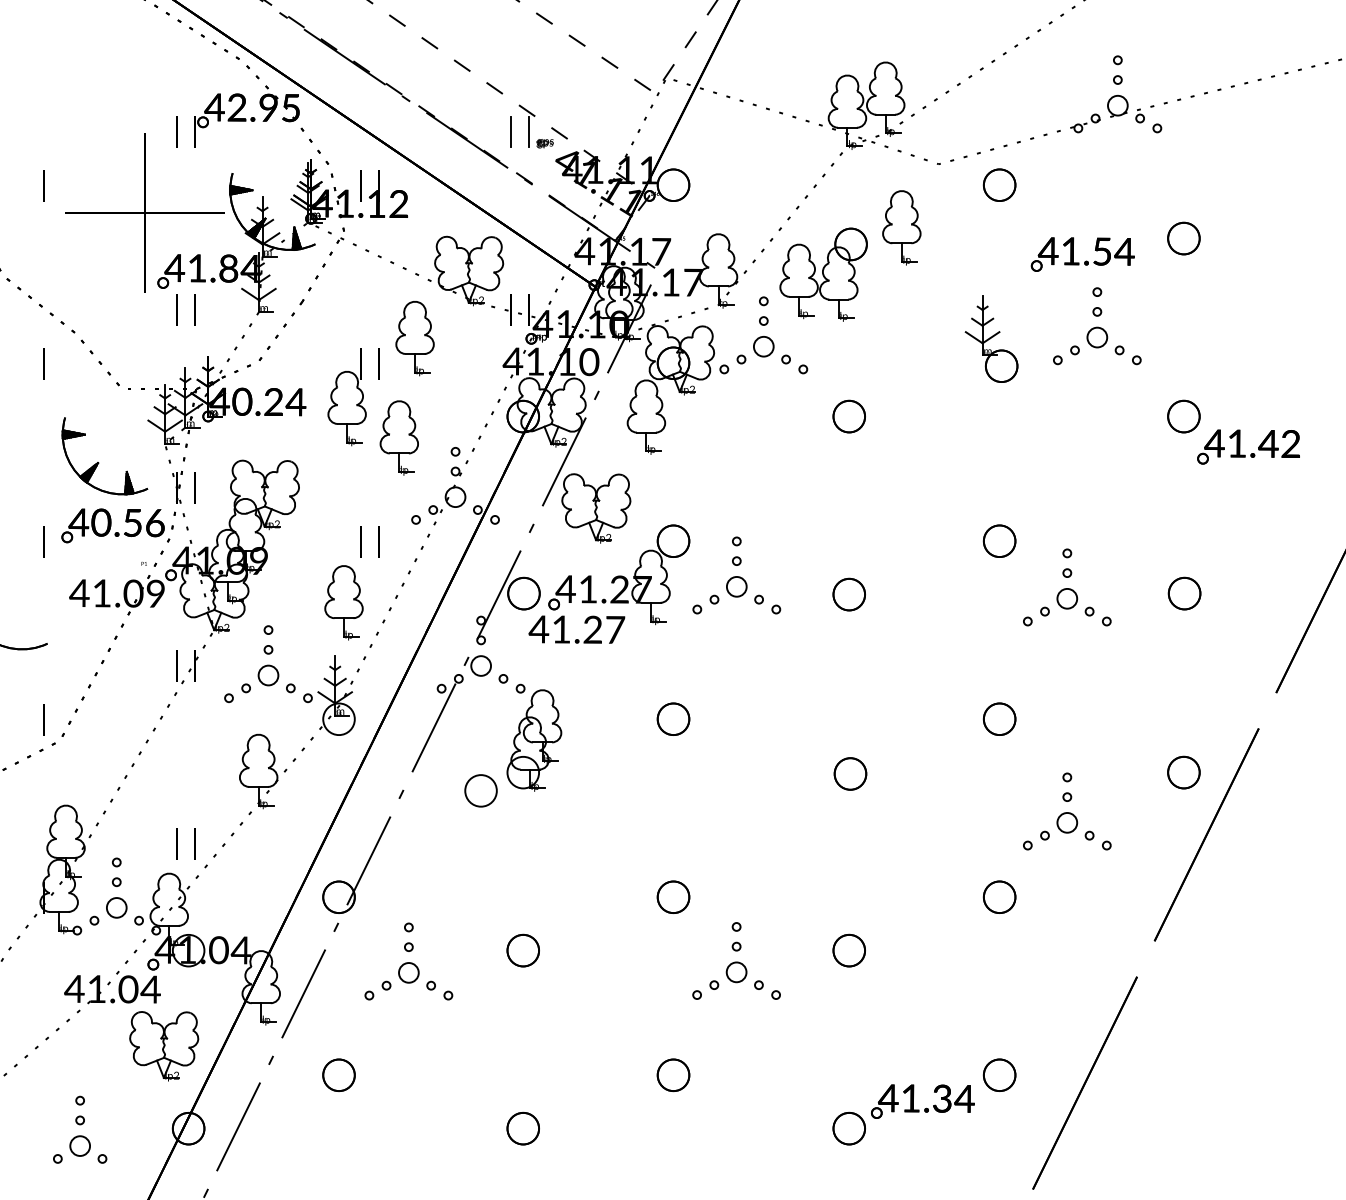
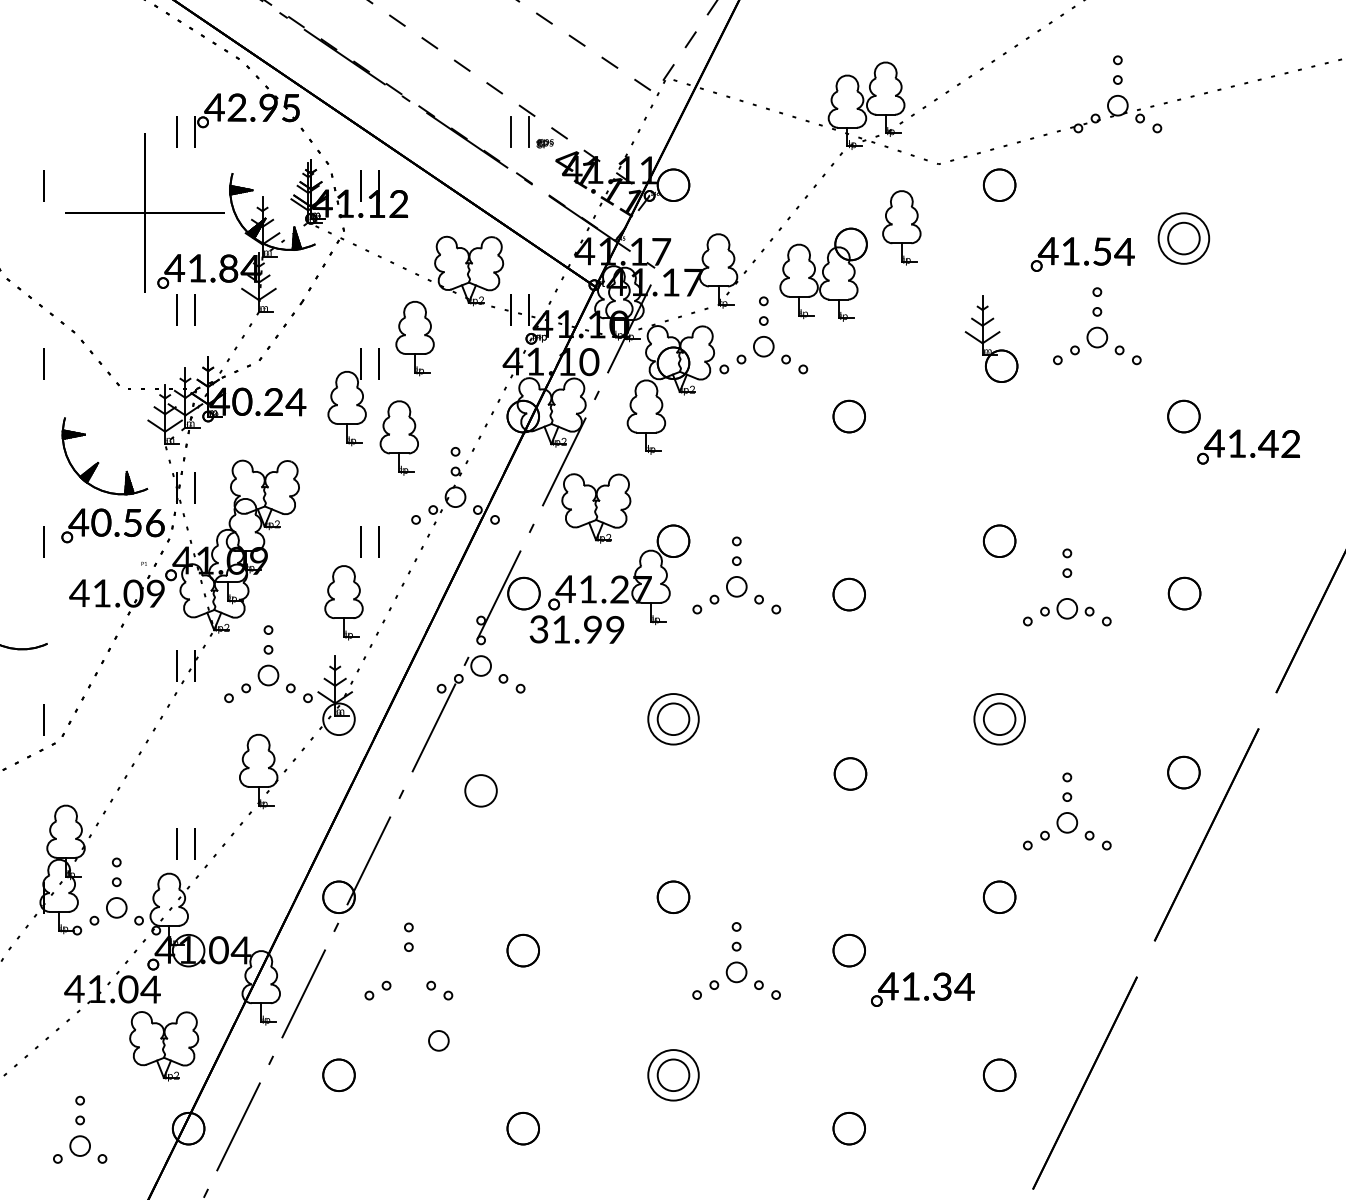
circle at (1183, 238) diameter: 32 px -> 51 px
circle at (1067, 598) position: (1067, 598) -> (1067, 608)
text at (576, 629): 41.27 -> 31.99
circle at (673, 719) diameter: 32 px -> 51 px
circle at (999, 719) diameter: 32 px -> 51 px
part at (534, 740): present -> none
circle at (408, 972) position: (408, 972) -> (438, 1040)
circle at (673, 1075) diameter: 32 px -> 51 px
part at (926, 1107) position: (926, 1107) -> (926, 995)
